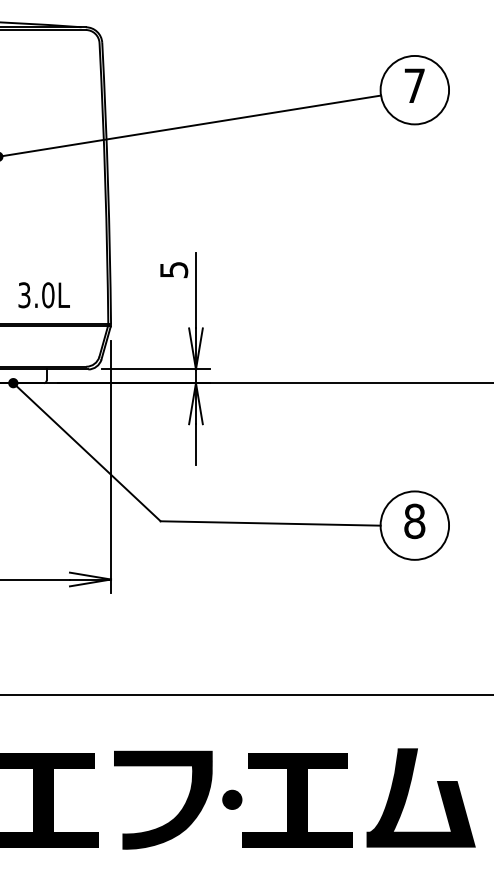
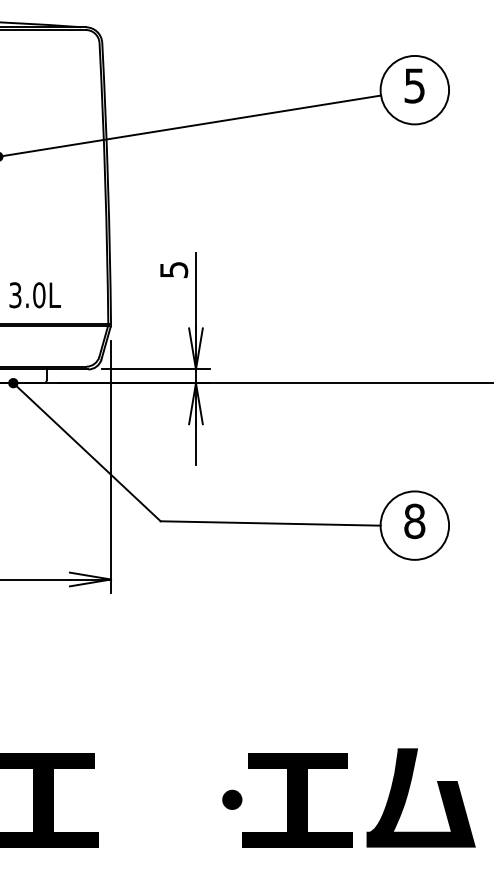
text at (414, 85): 7 -> 5
text at (43, 295) position: (43, 295) -> (34, 295)
line at (246, 695): present -> none
fill at (162, 799): present -> none
